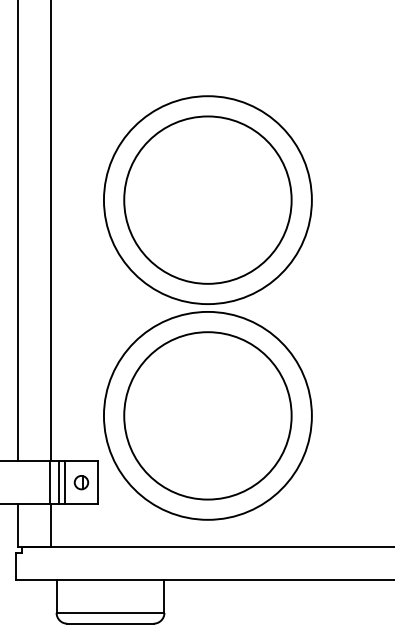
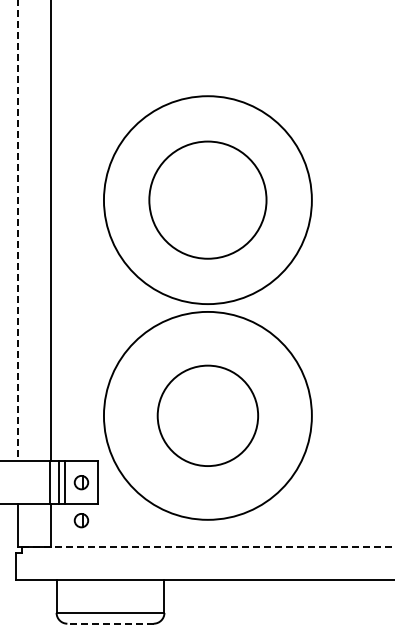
circle at (207, 199) diameter: 167 px -> 117 px
line at (18, 231): solid -> dashed
circle at (207, 415) diameter: 167 px -> 100 px
part at (81, 520): none -> present
line at (208, 547): solid -> dashed
line at (110, 623): solid -> dashed
